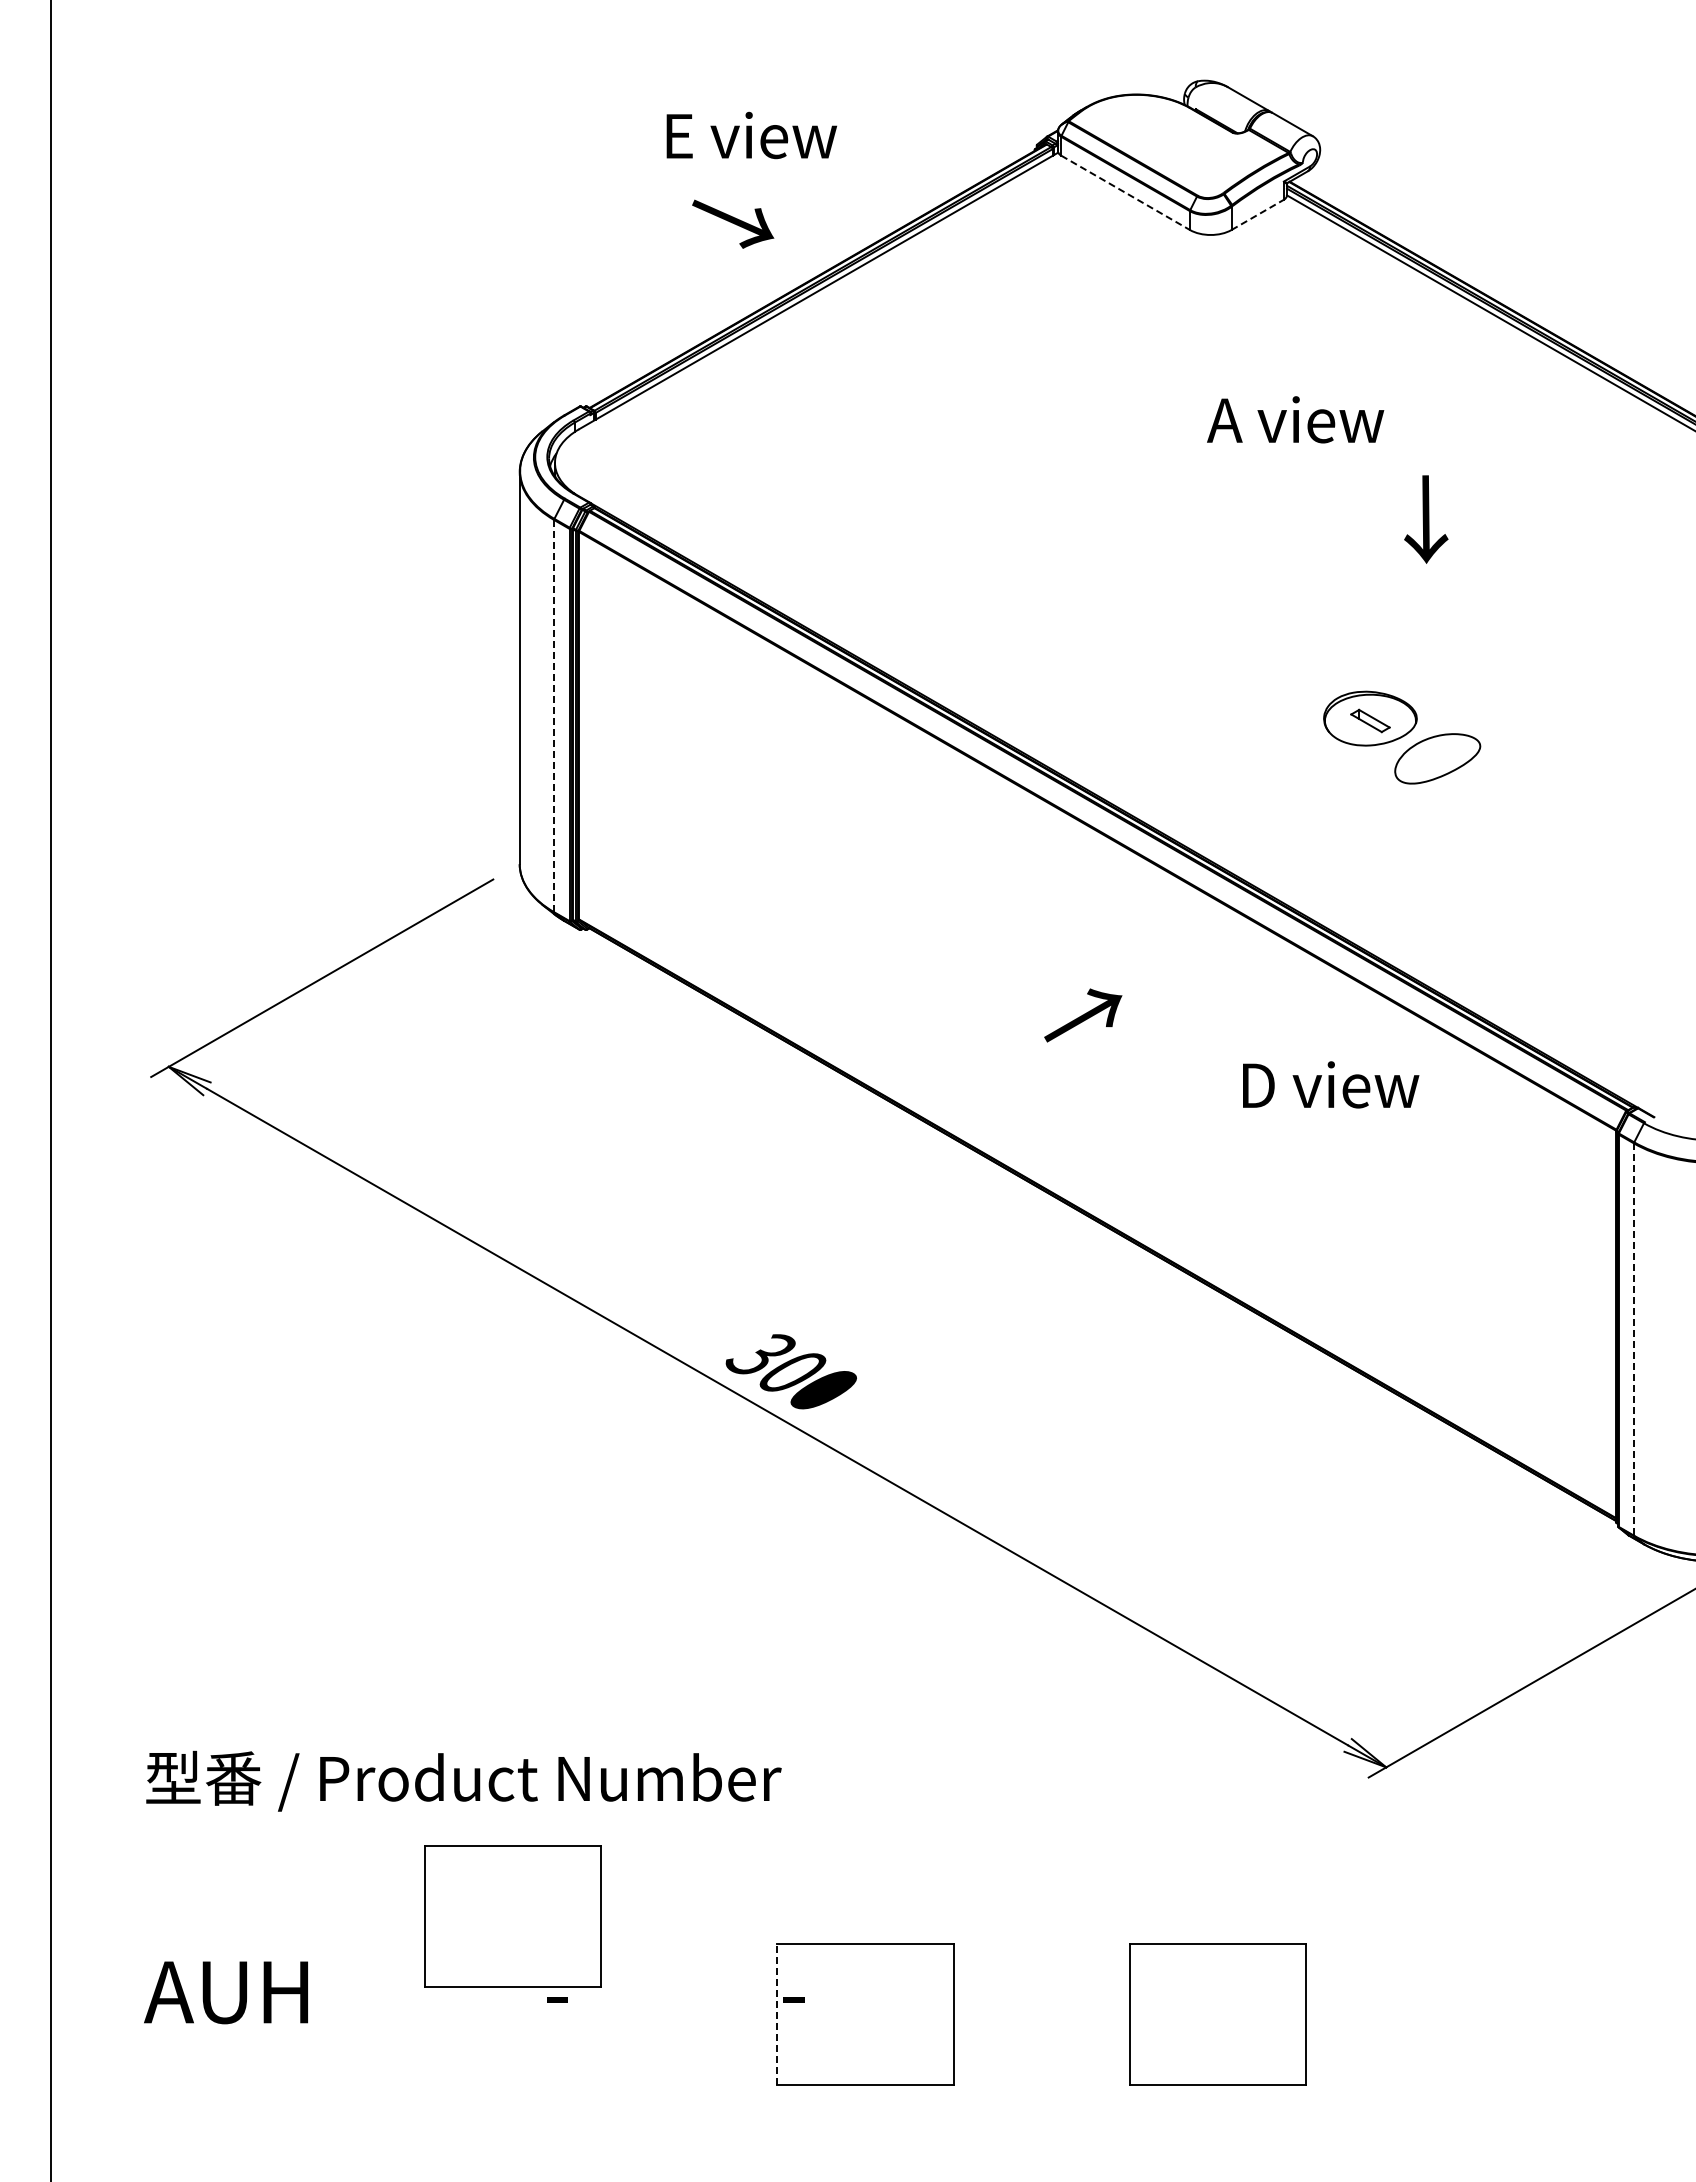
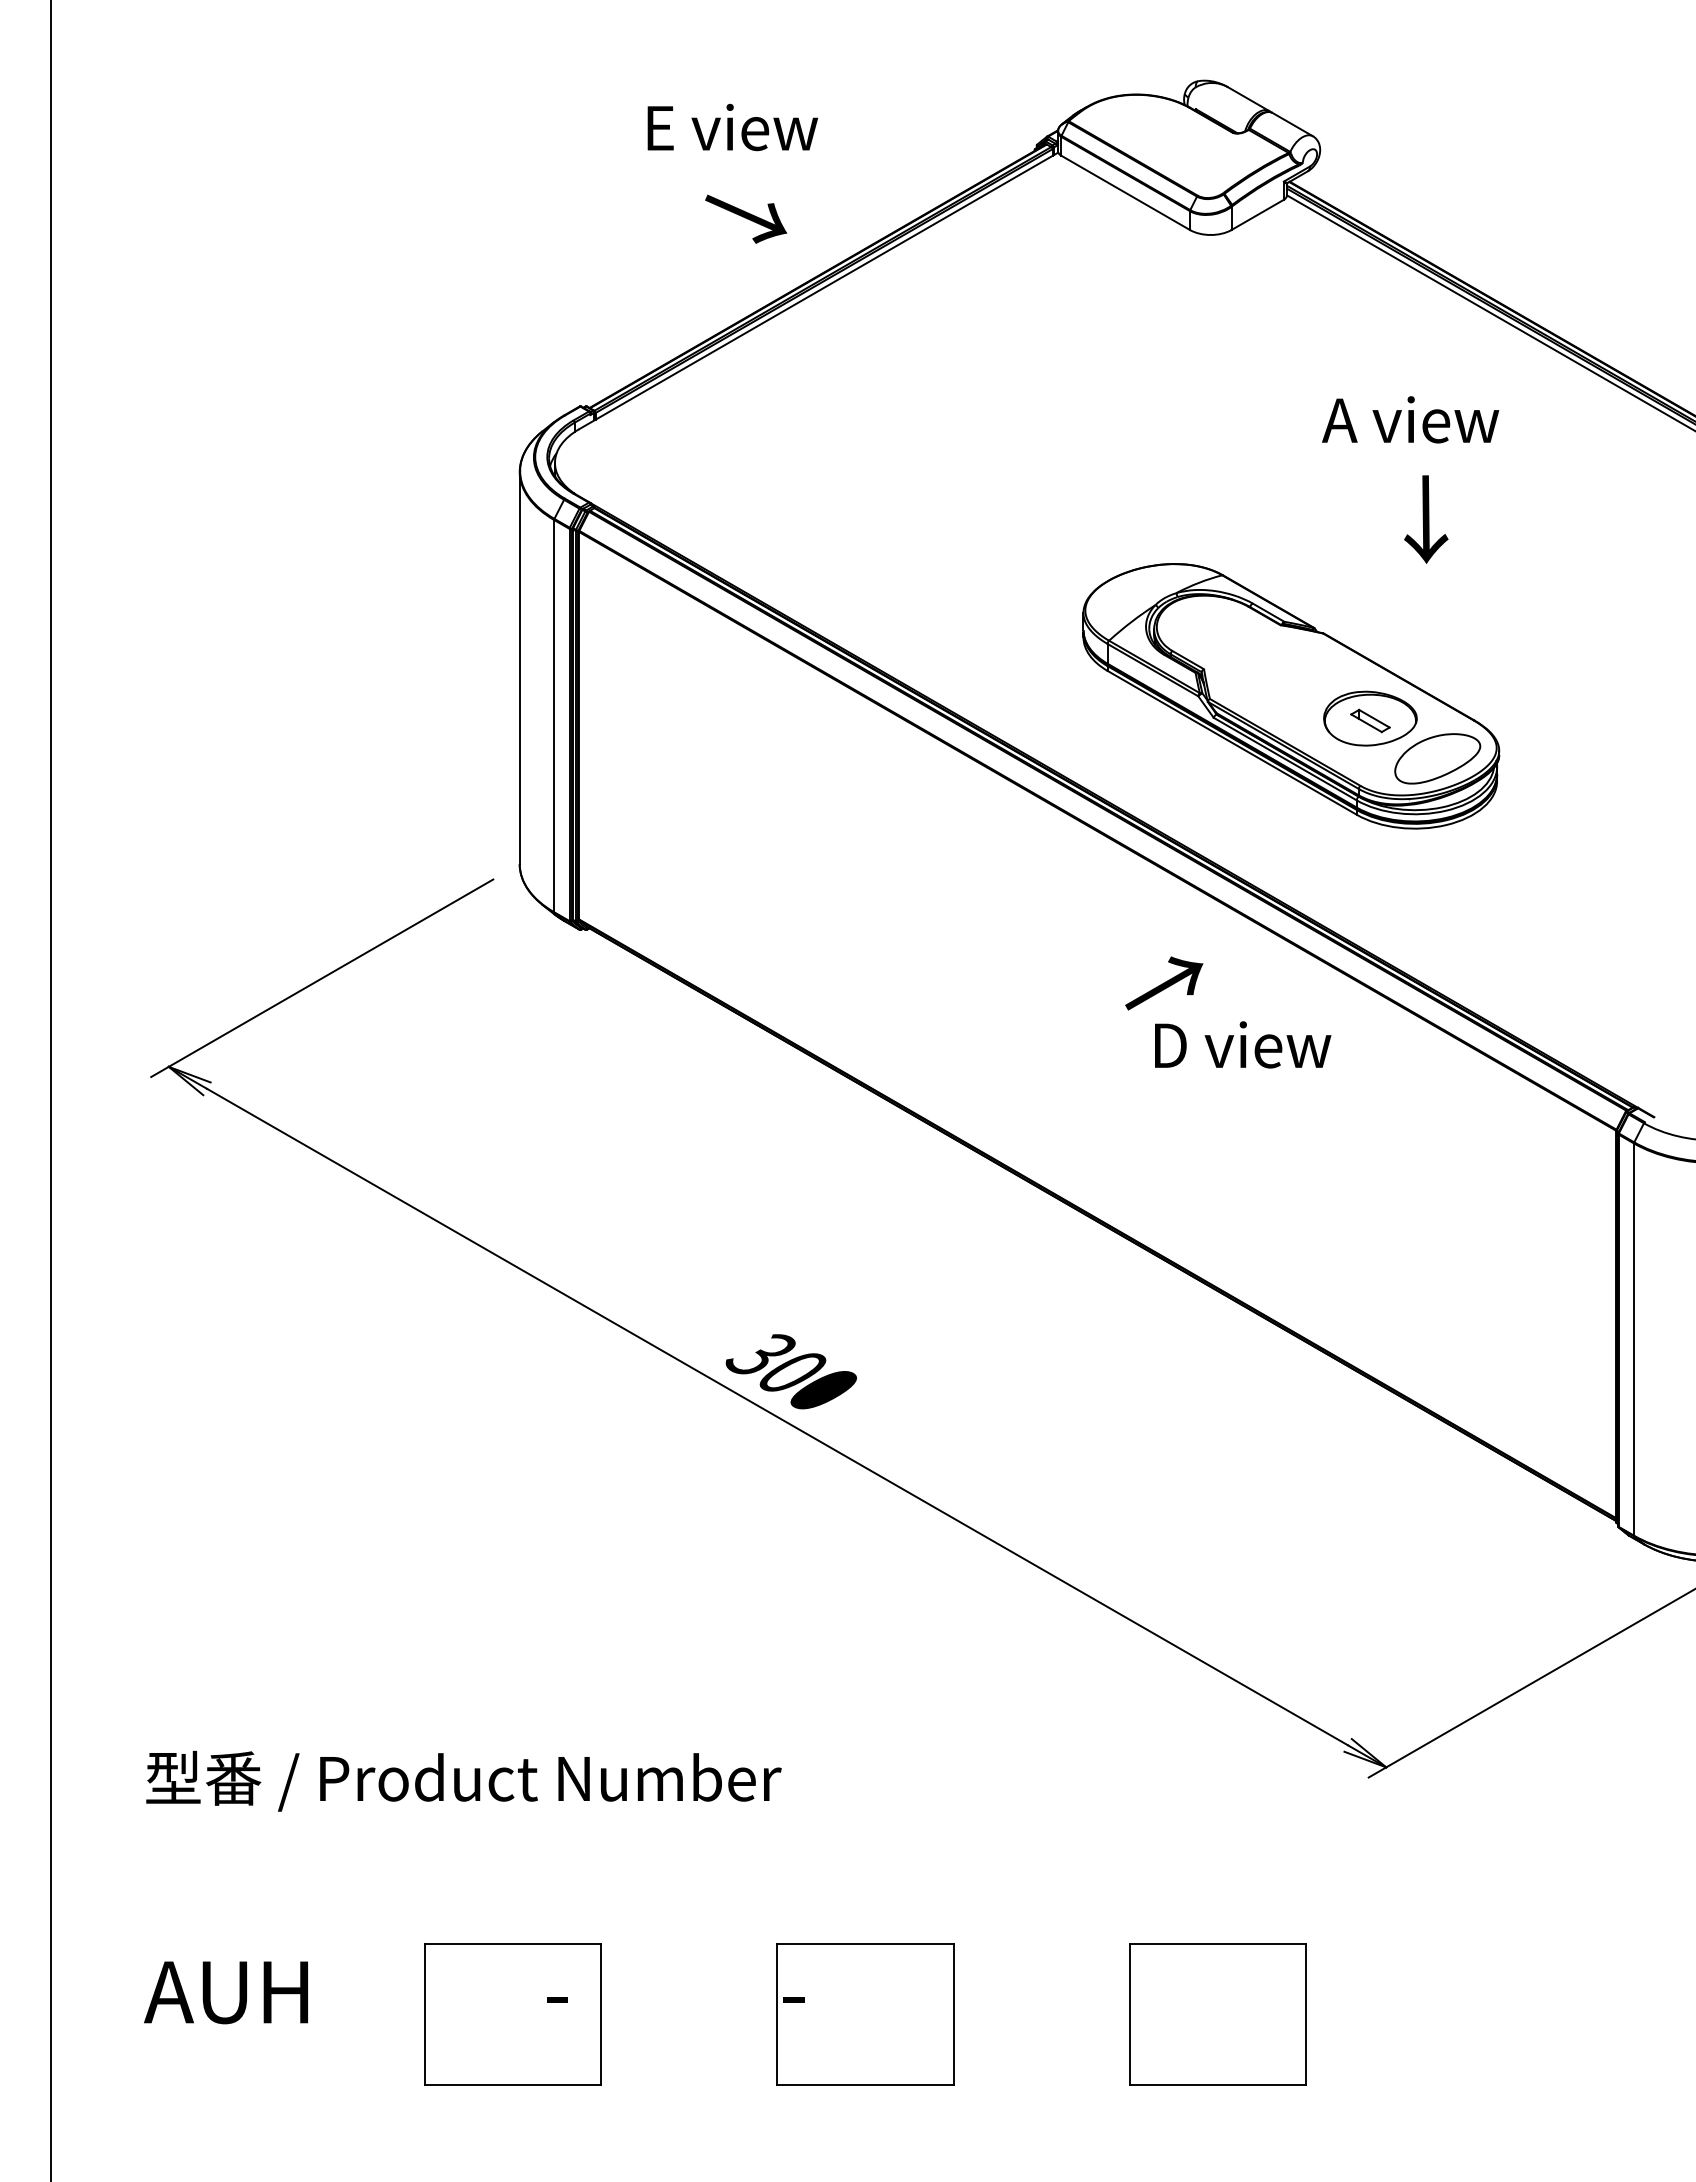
text at (751, 135) position: (751, 135) -> (732, 127)
line at (1126, 193): dashed -> solid
line at (1258, 214): dashed -> solid
text at (733, 223) position: (733, 223) -> (746, 218)
text at (1295, 419) position: (1295, 419) -> (1410, 419)
part at (1291, 696): none -> present
line at (554, 715): dashed -> solid
text at (1083, 1015) position: (1083, 1015) -> (1164, 983)
text at (1331, 1084) position: (1331, 1084) -> (1243, 1044)
line at (1633, 1340): dashed -> solid
part at (512, 1916) position: (512, 1916) -> (512, 2014)
line at (777, 2013): dashed -> solid
